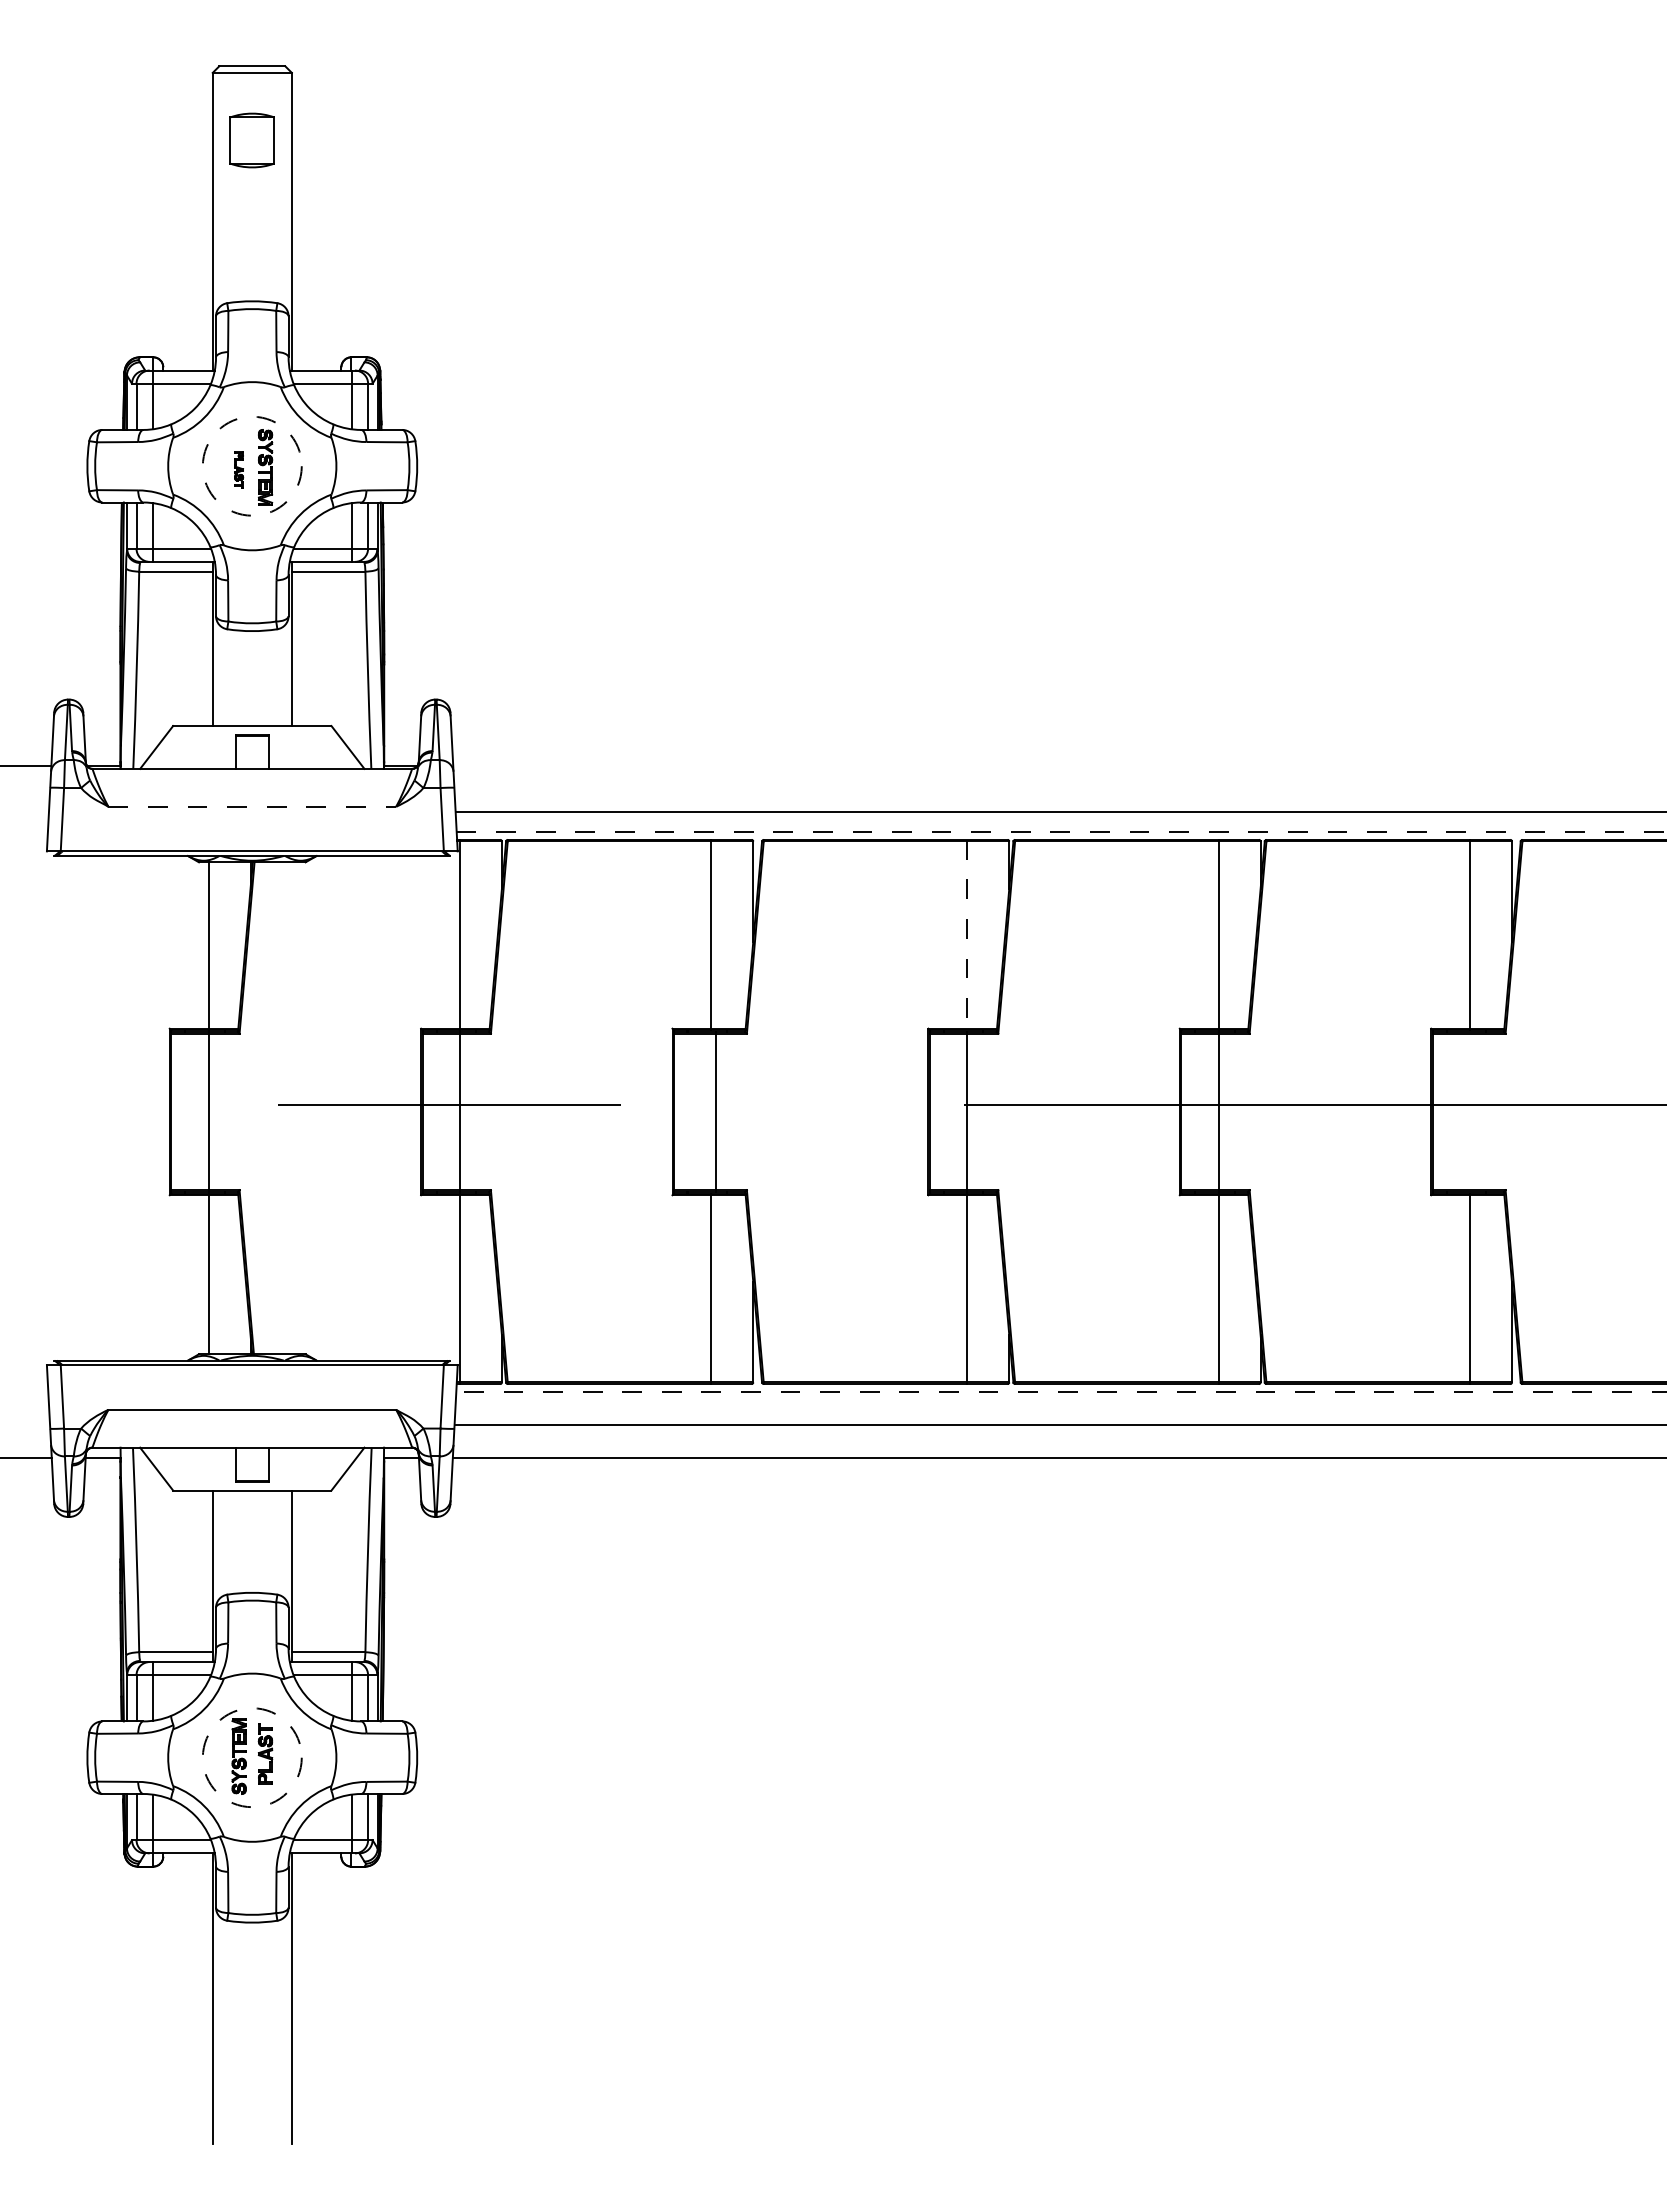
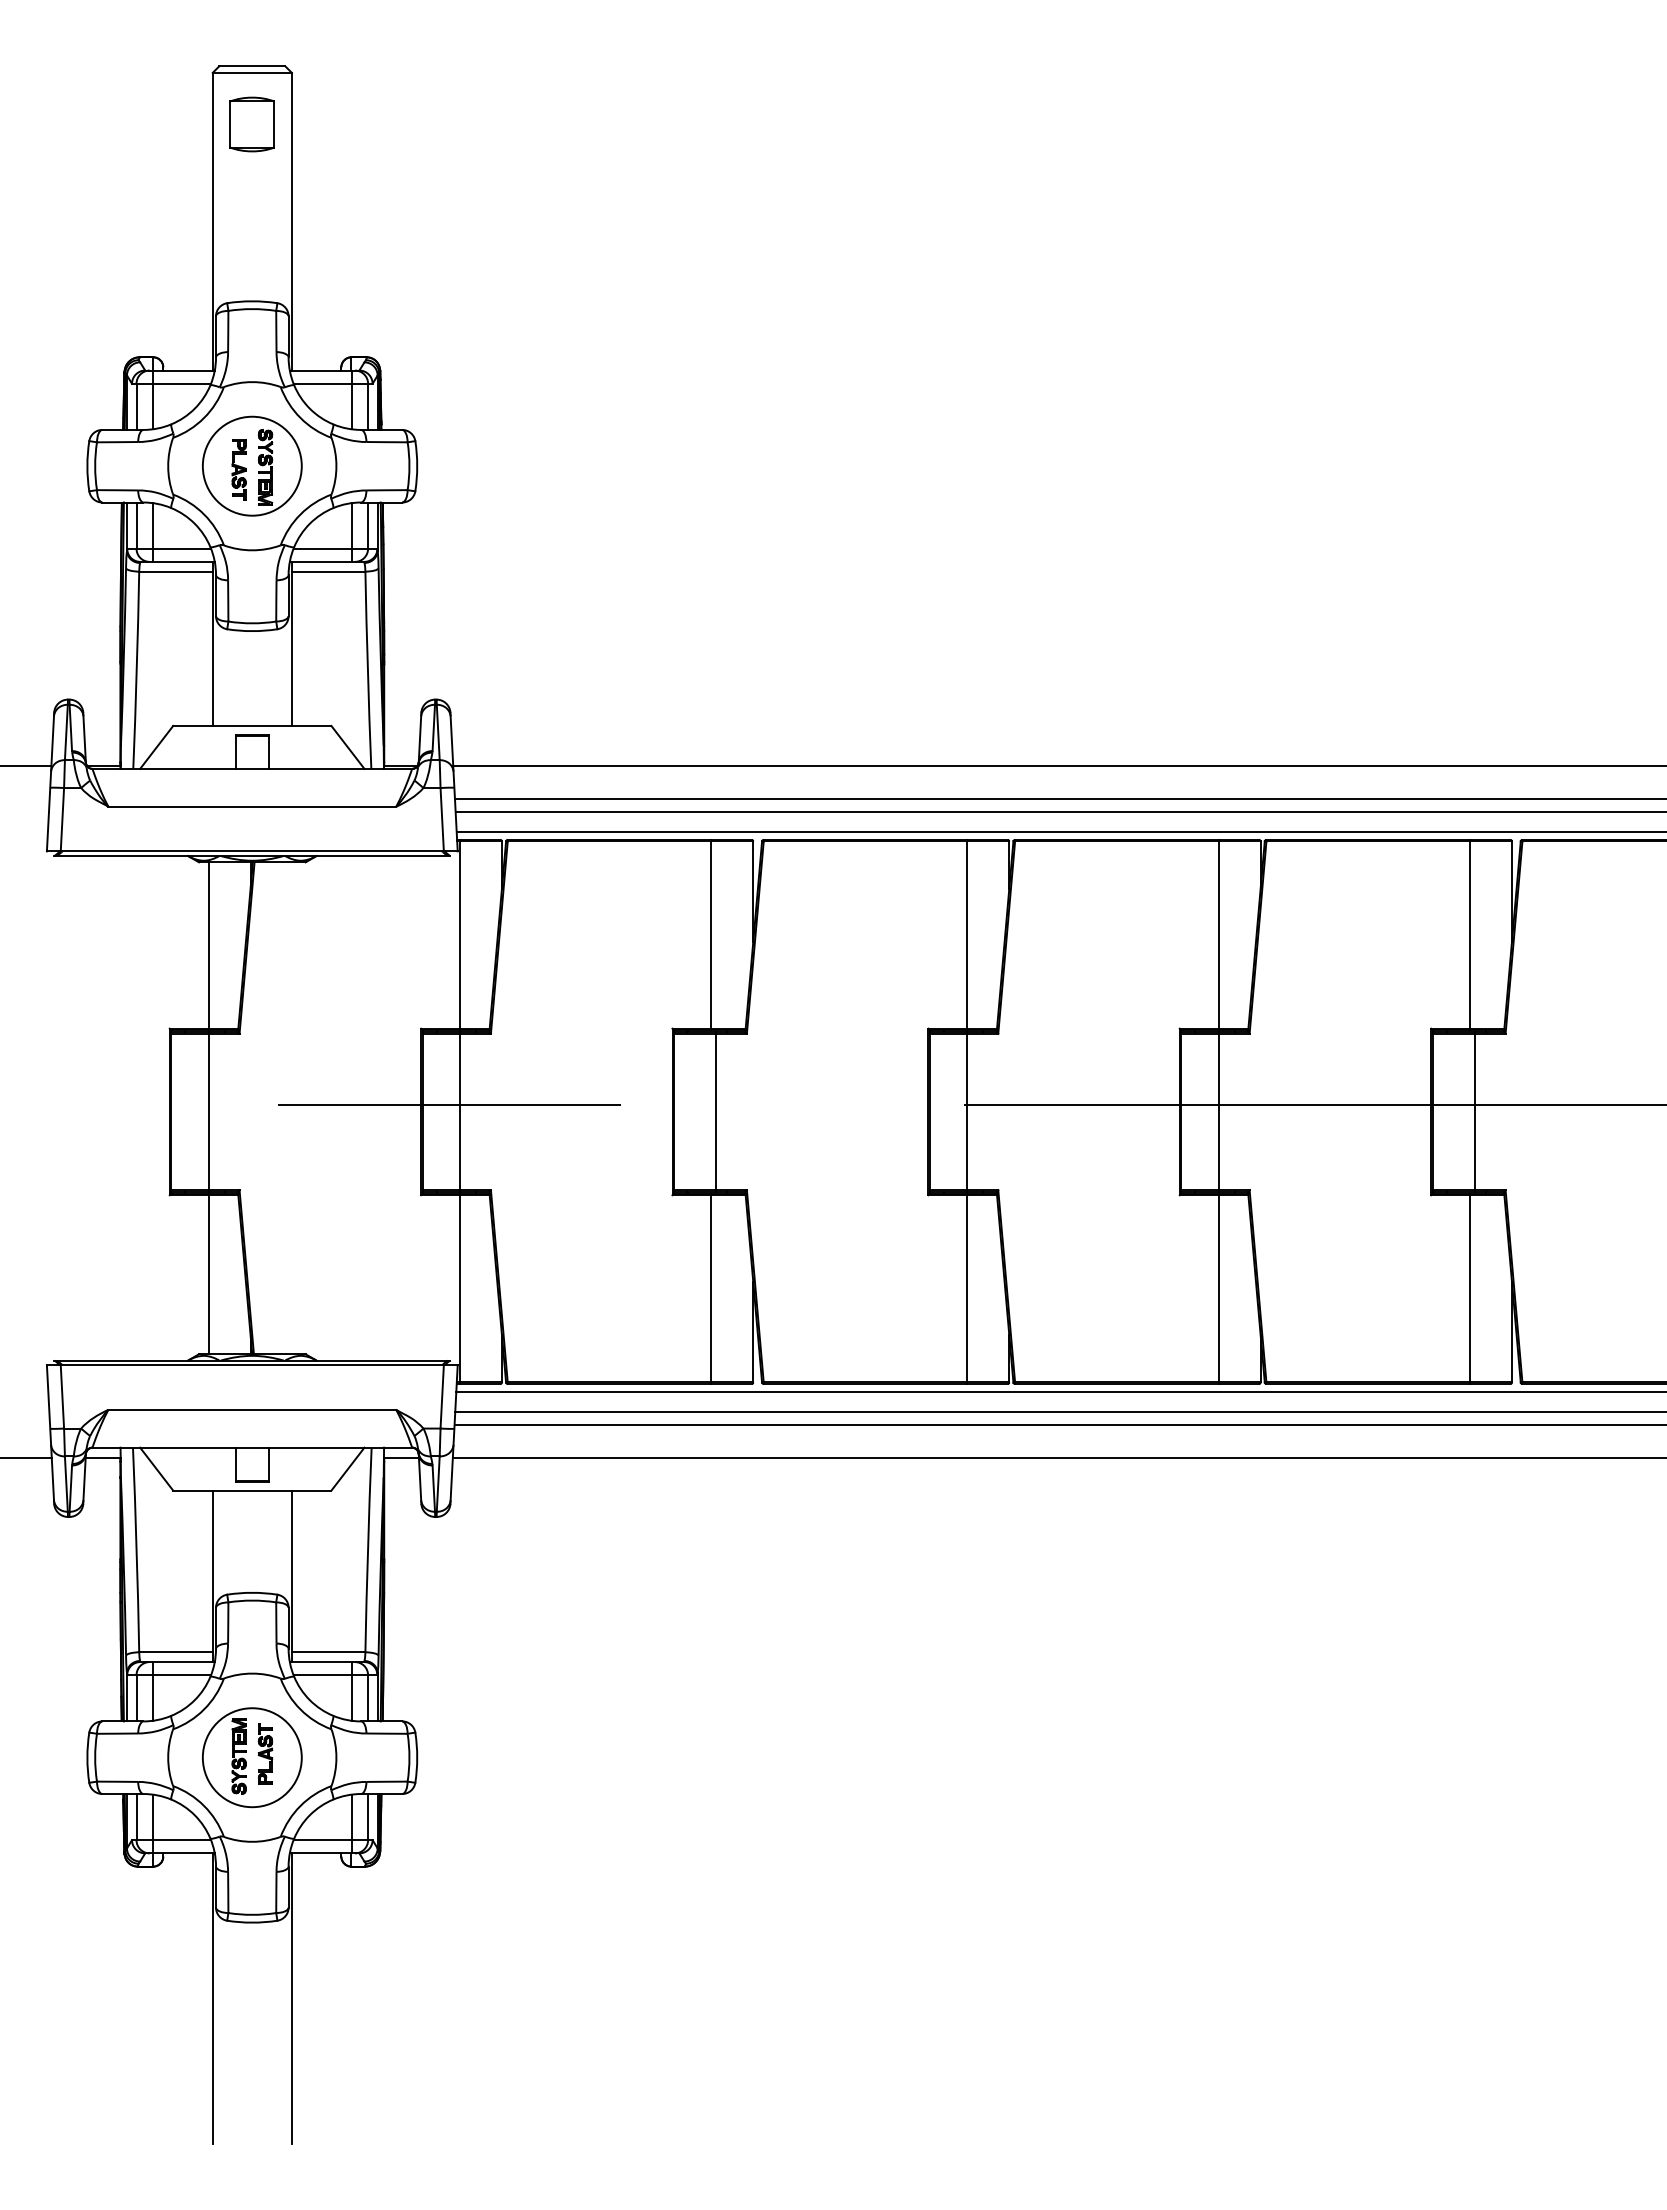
part at (251, 140) position: (251, 140) -> (251, 124)
circle at (251, 465): dashed -> solid
part at (239, 469) size: 11x38 px -> 16x62 px
line at (1058, 765): none -> present
line at (1058, 798): none -> present
line at (252, 806): dashed -> solid
line at (1061, 831): dashed -> solid
line at (967, 935): dashed -> solid
line at (1474, 1111): none -> present
line at (1061, 1392): dashed -> solid
line at (1059, 1412): none -> present
circle at (251, 1757): dashed -> solid
